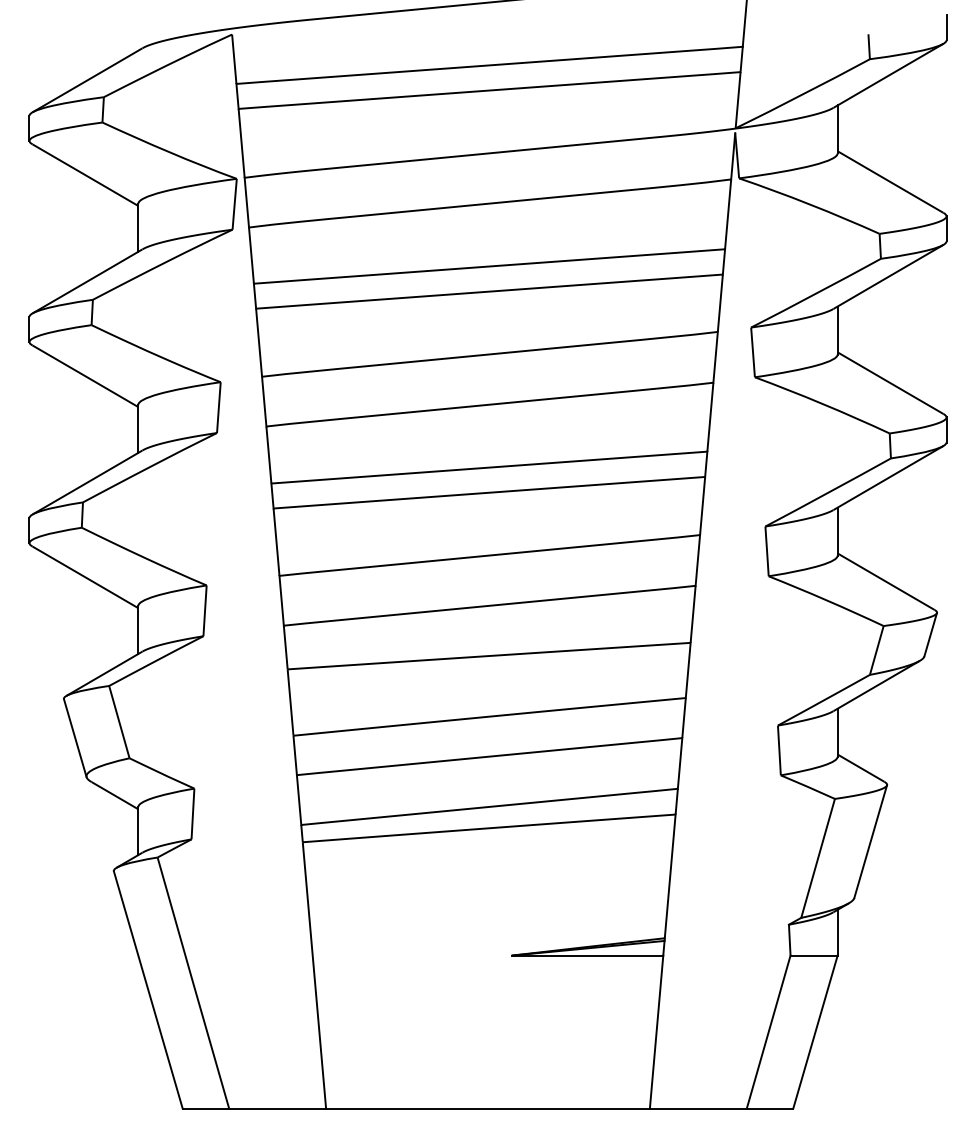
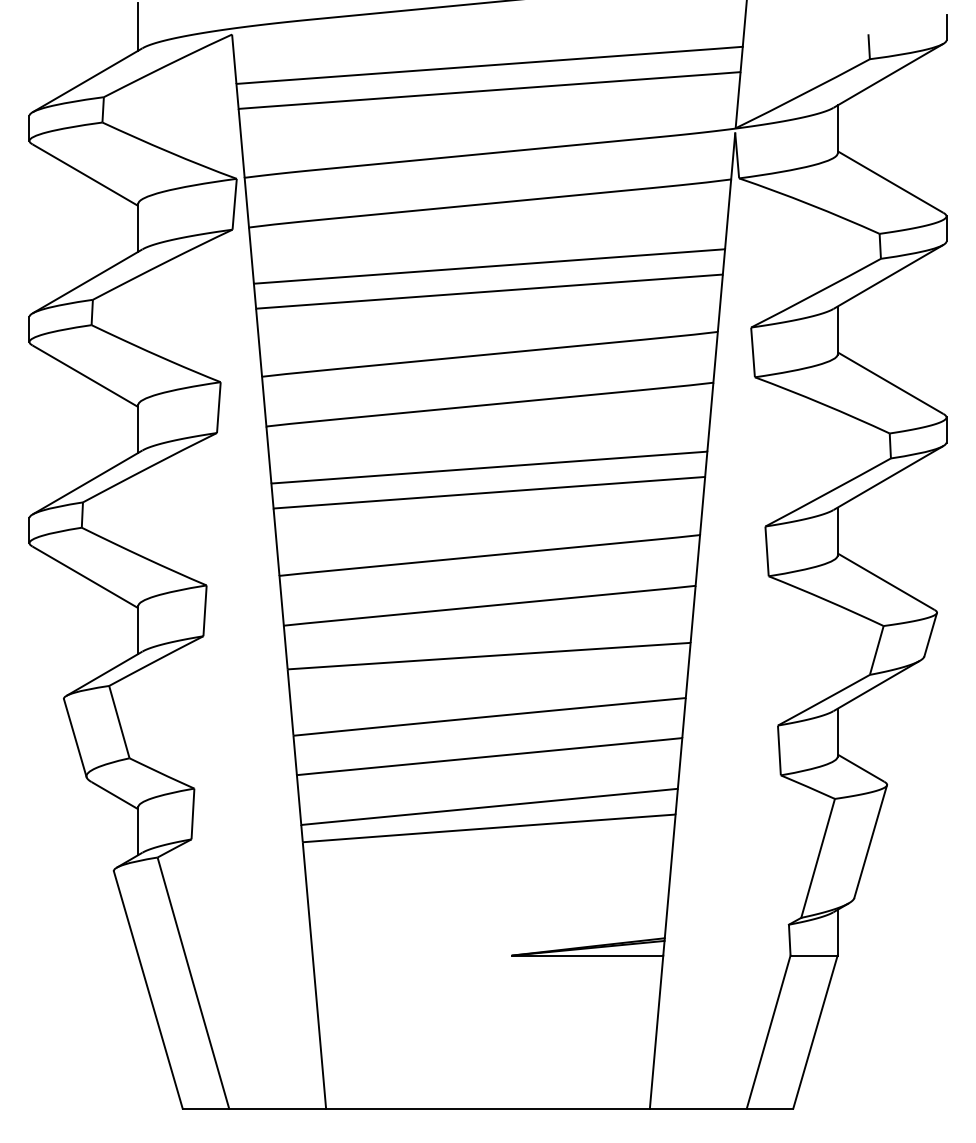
line at (138, 26): none -> present
